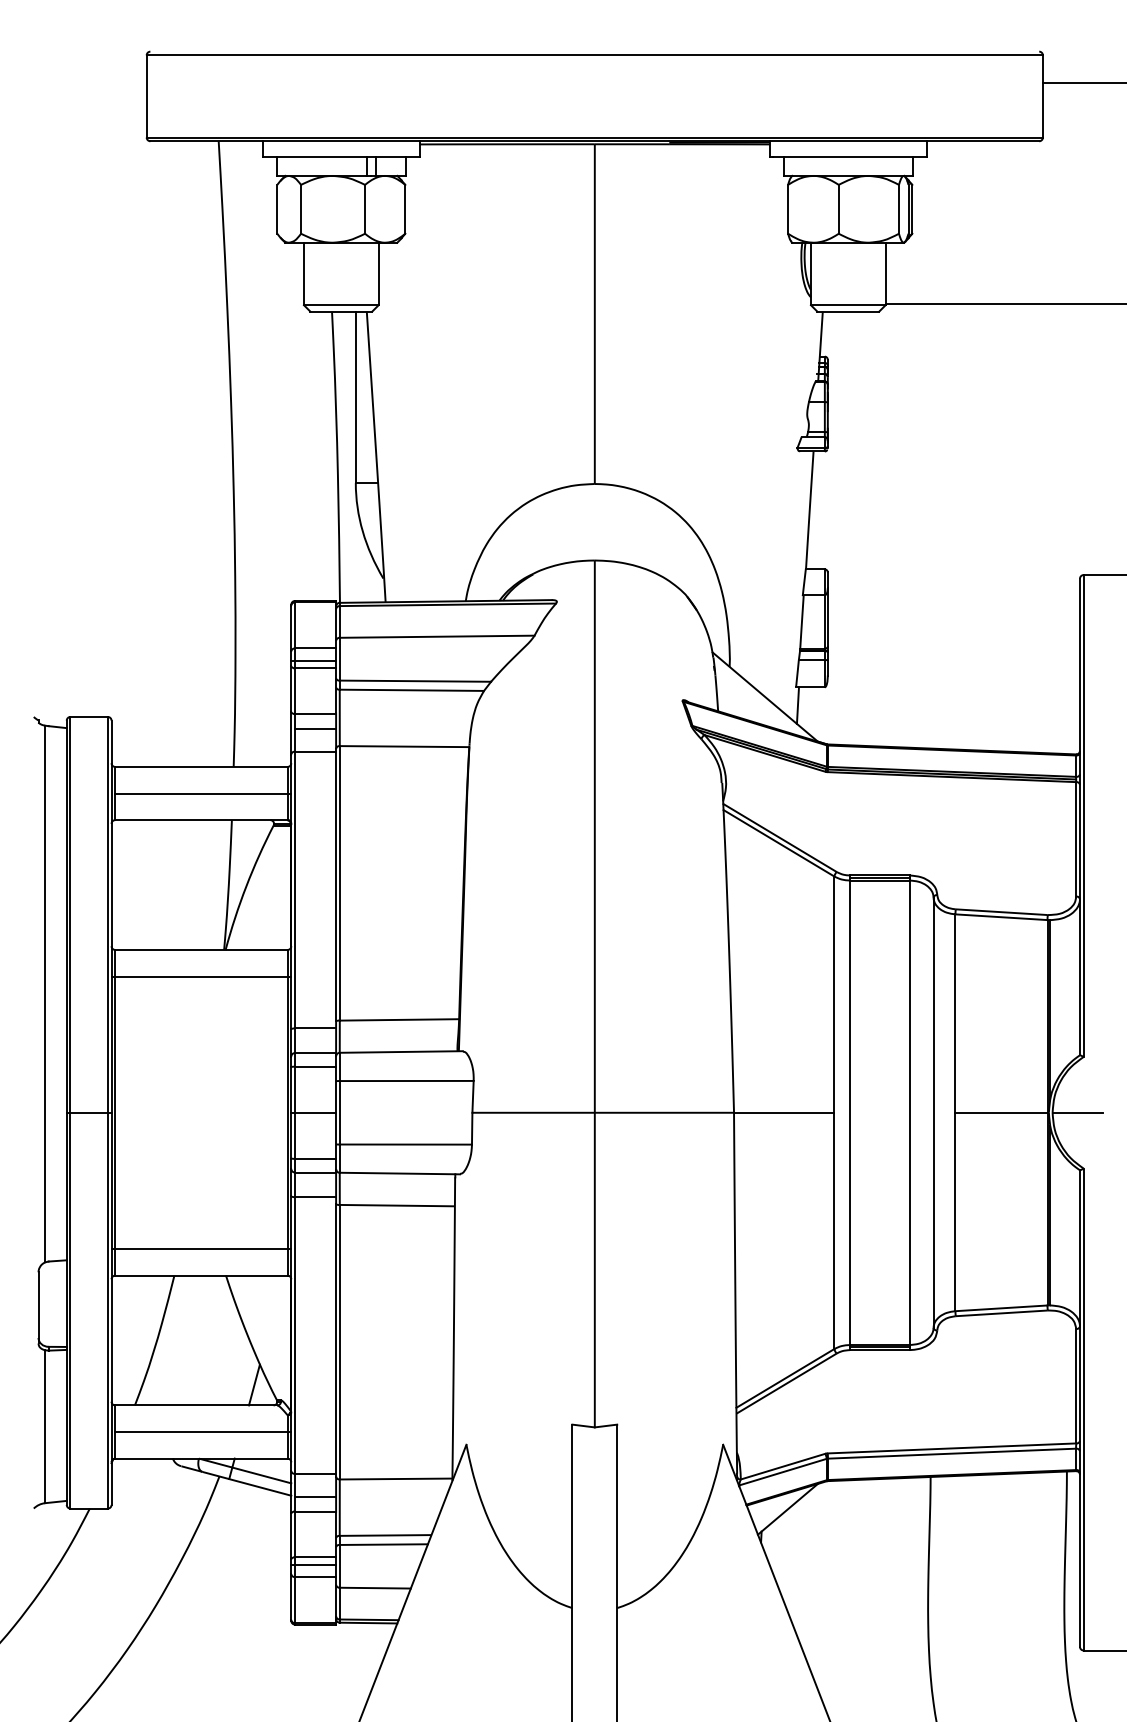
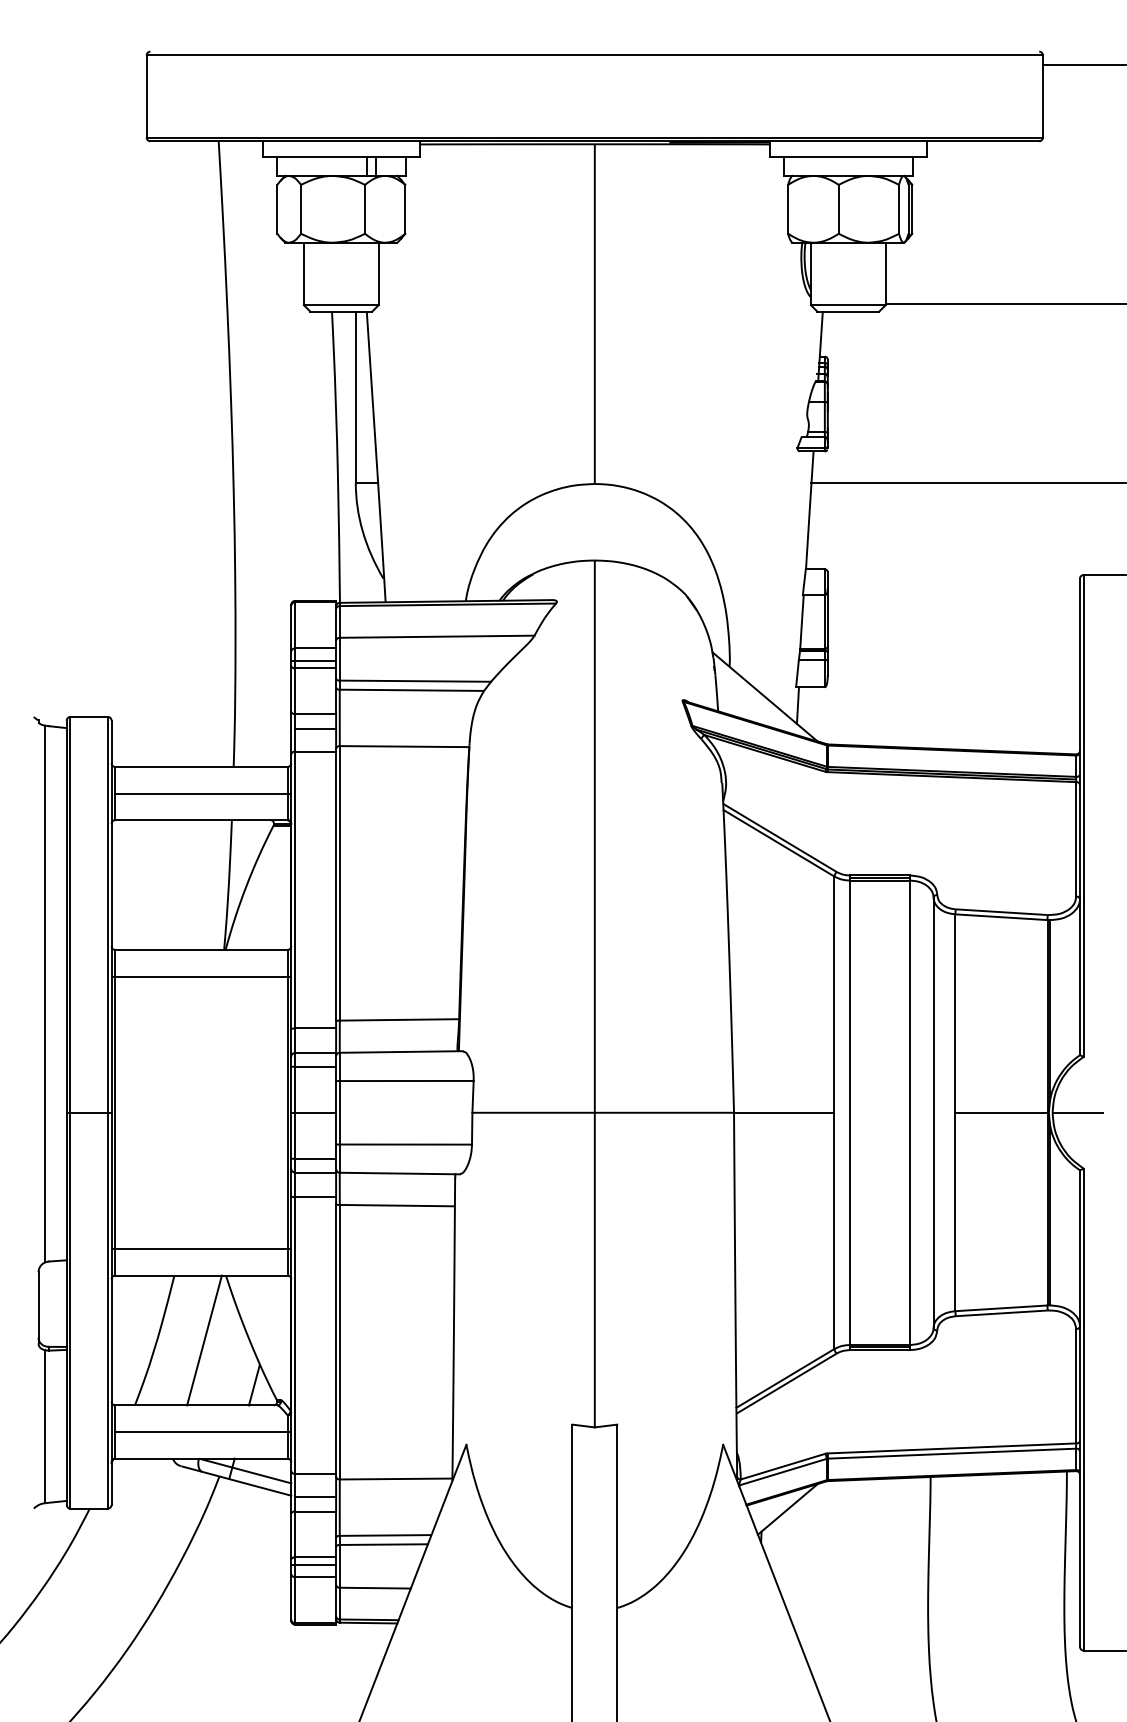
line at (1082, 82) position: (1082, 82) -> (1082, 64)
line at (967, 483): none -> present
line at (204, 1340): none -> present
